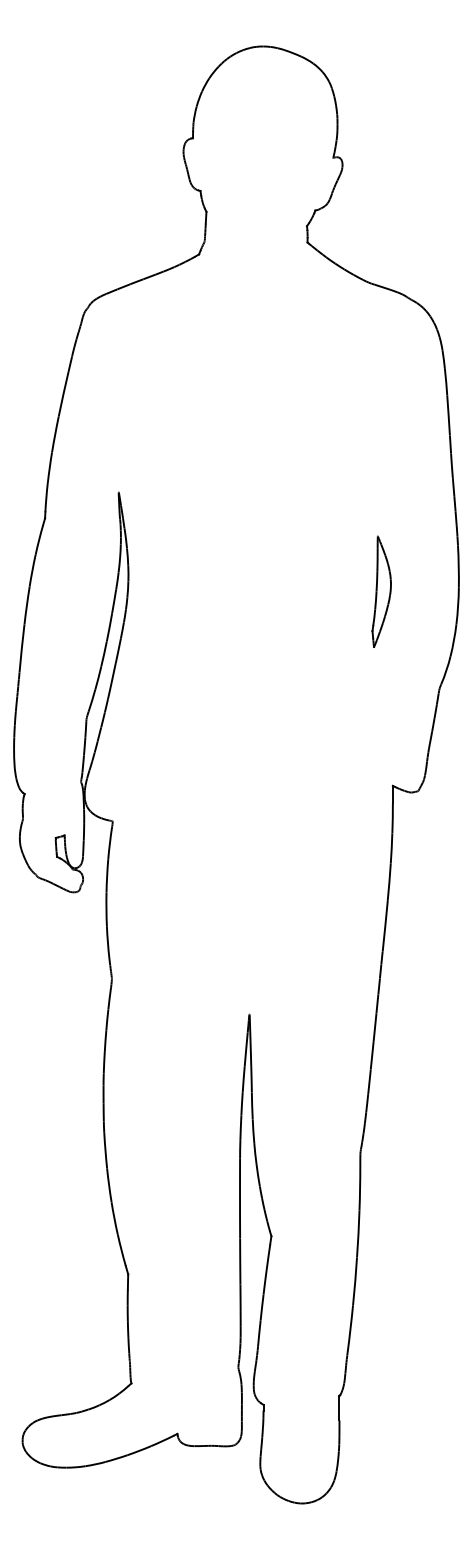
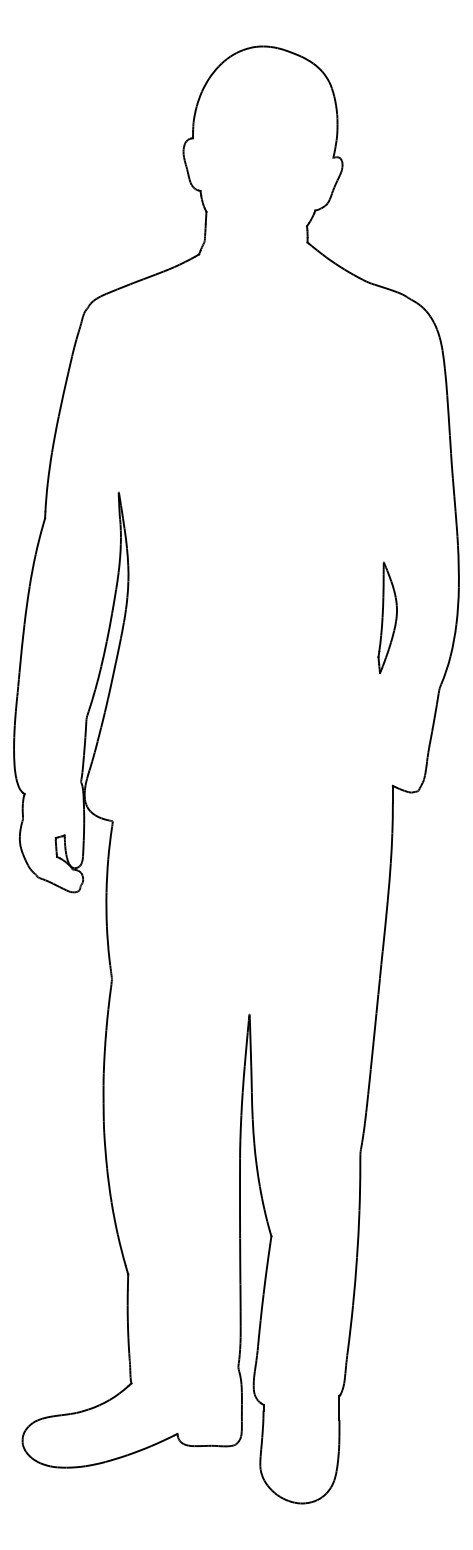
part at (381, 591) position: (381, 591) -> (387, 617)
